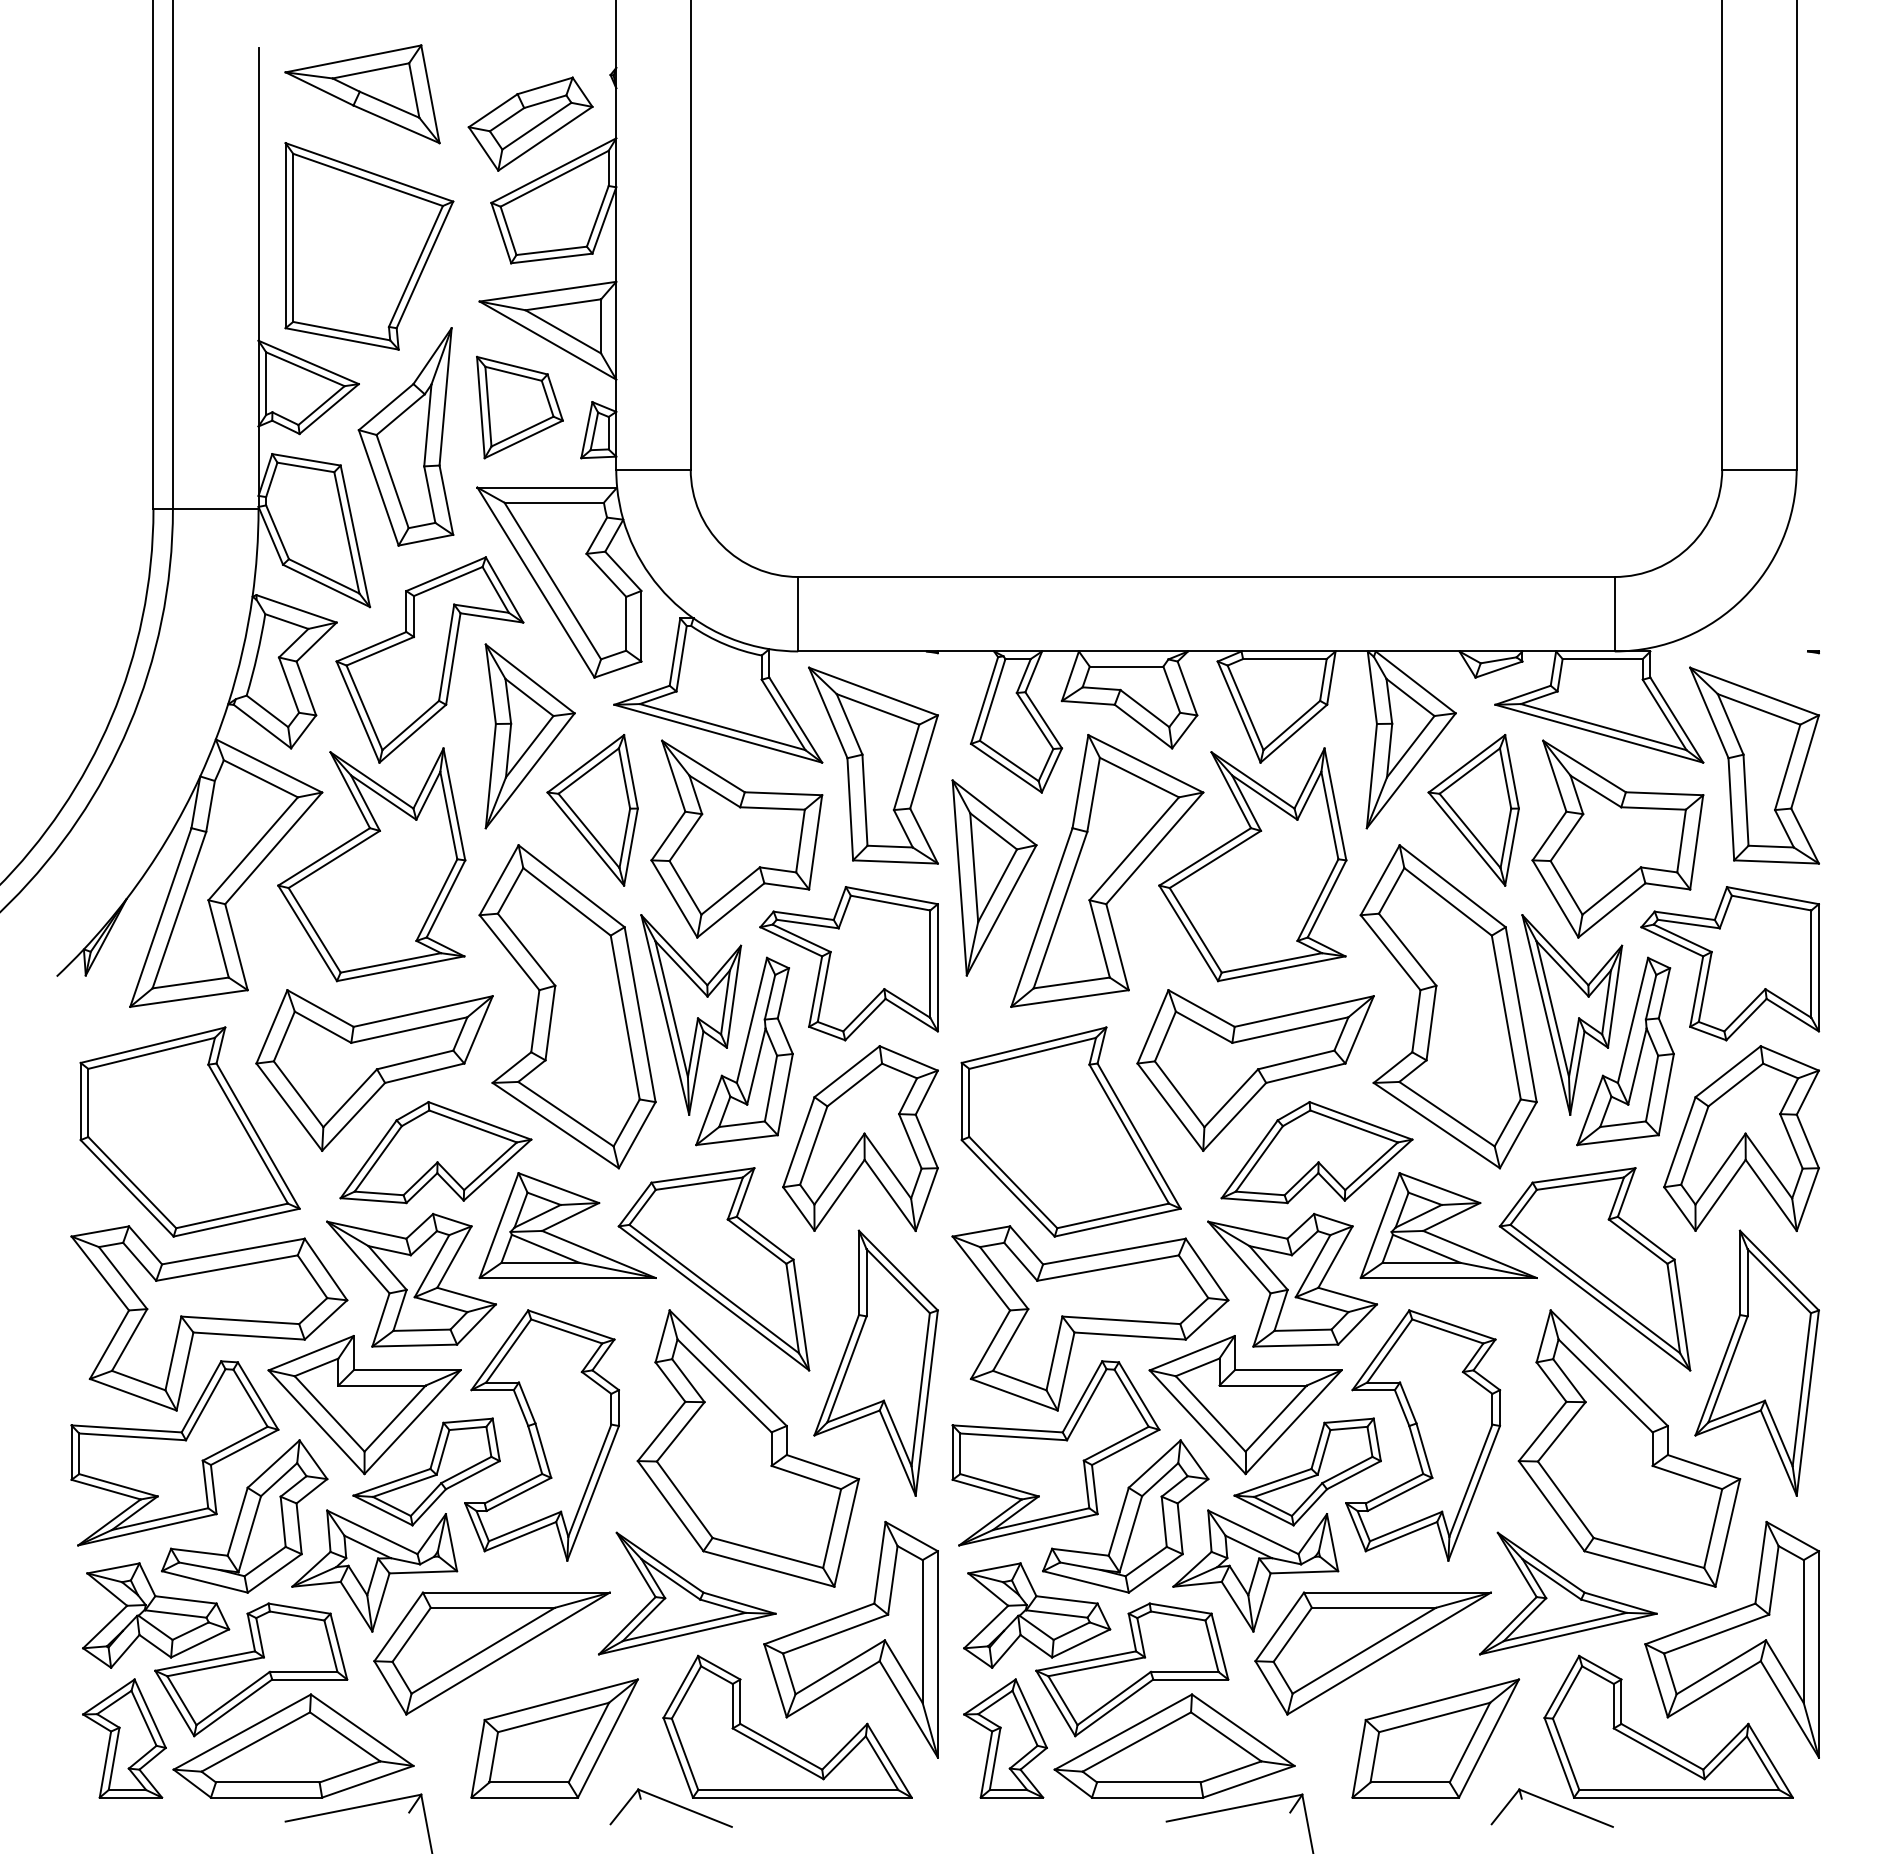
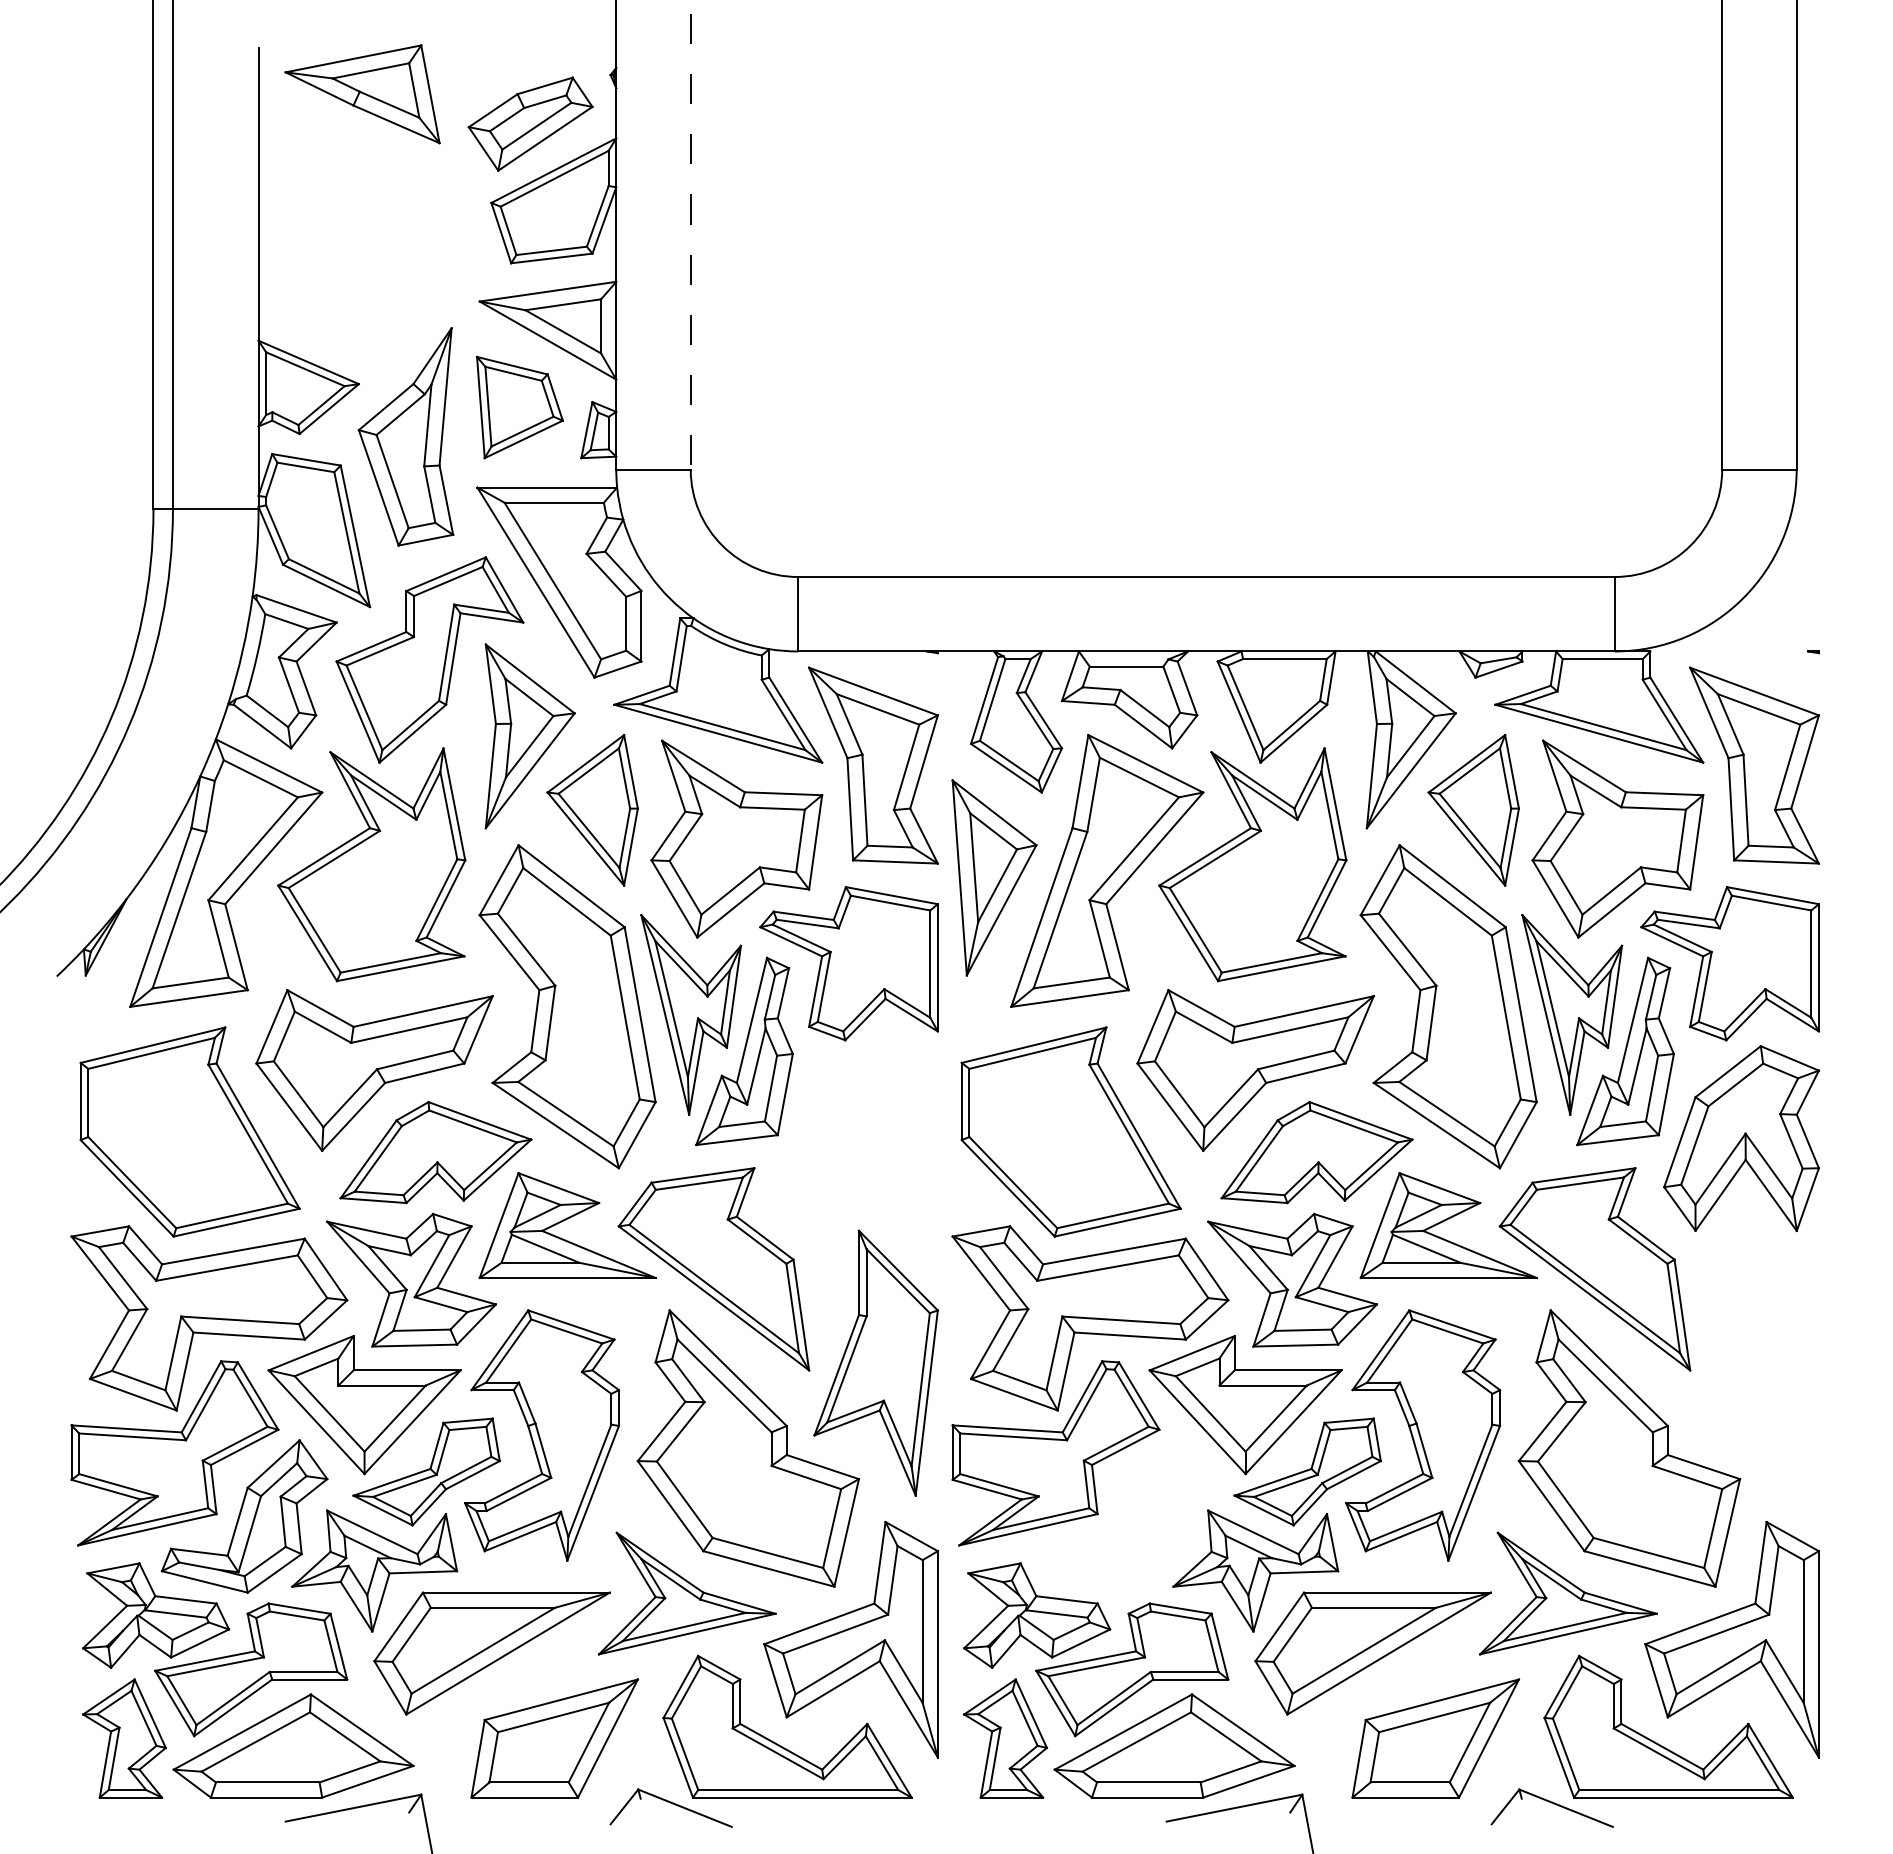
line at (690, 235): solid -> dashed
part at (369, 246): present -> none
part at (860, 1138): present -> none
part at (1756, 1362): present -> none
part at (1125, 1516): present -> none
